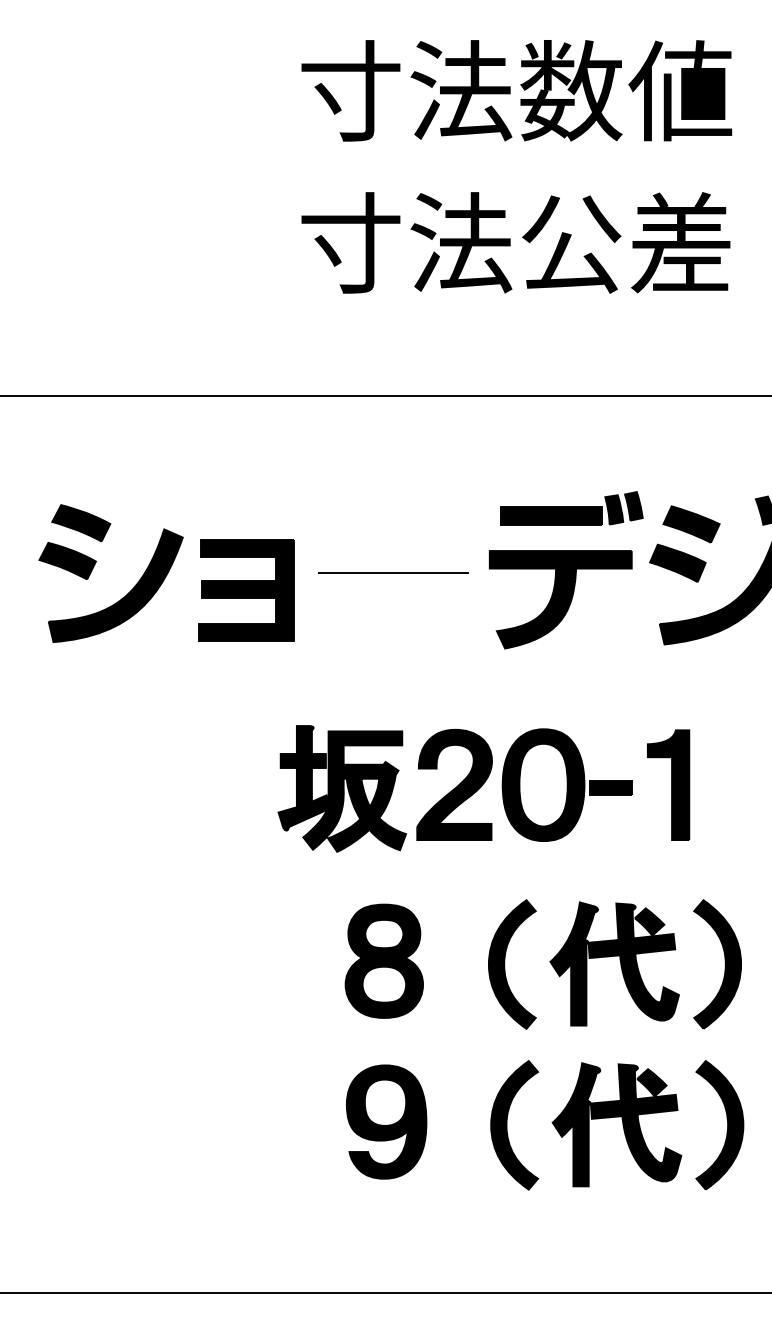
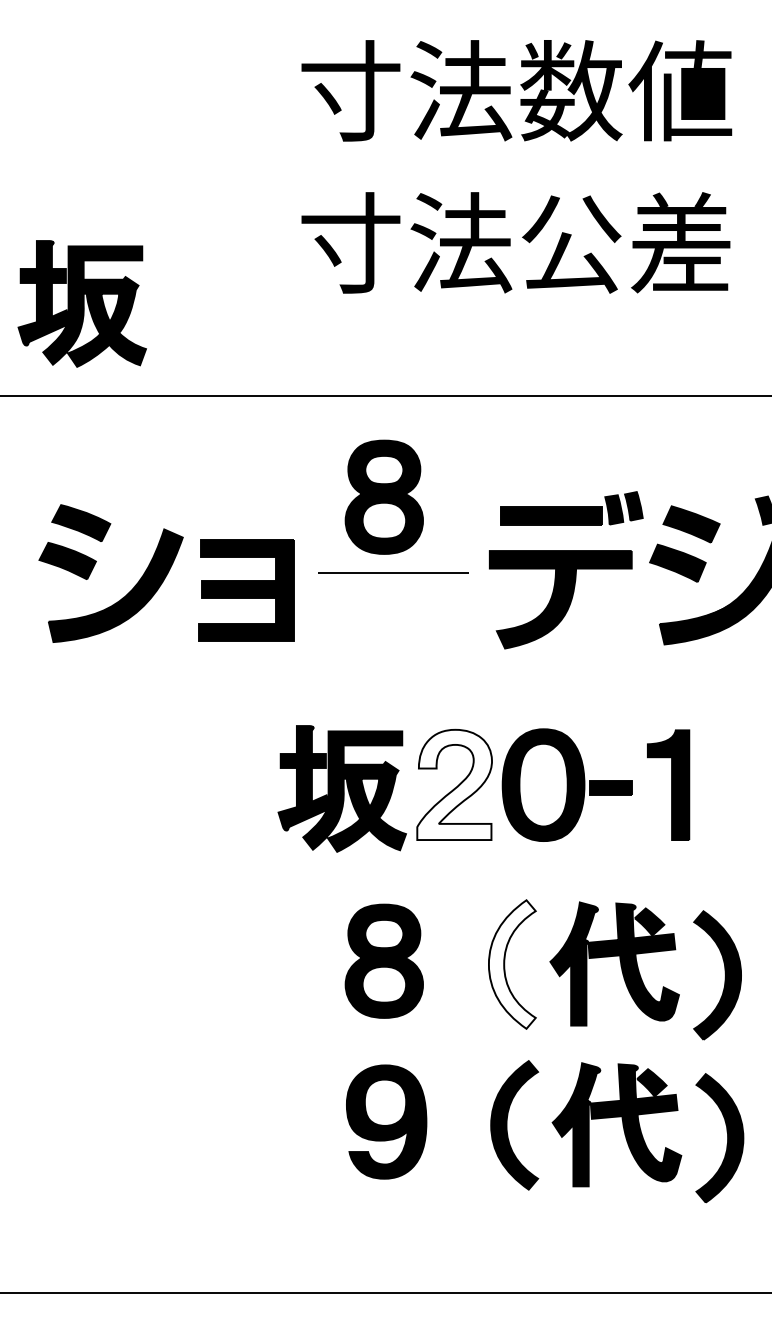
part at (81, 303): none -> present
part at (383, 496): none -> present
fill at (454, 784): present -> none
part at (724, 962) position: (724, 962) -> (724, 973)
fill at (511, 964): present -> none
part at (727, 1125) position: (727, 1125) -> (727, 1138)
